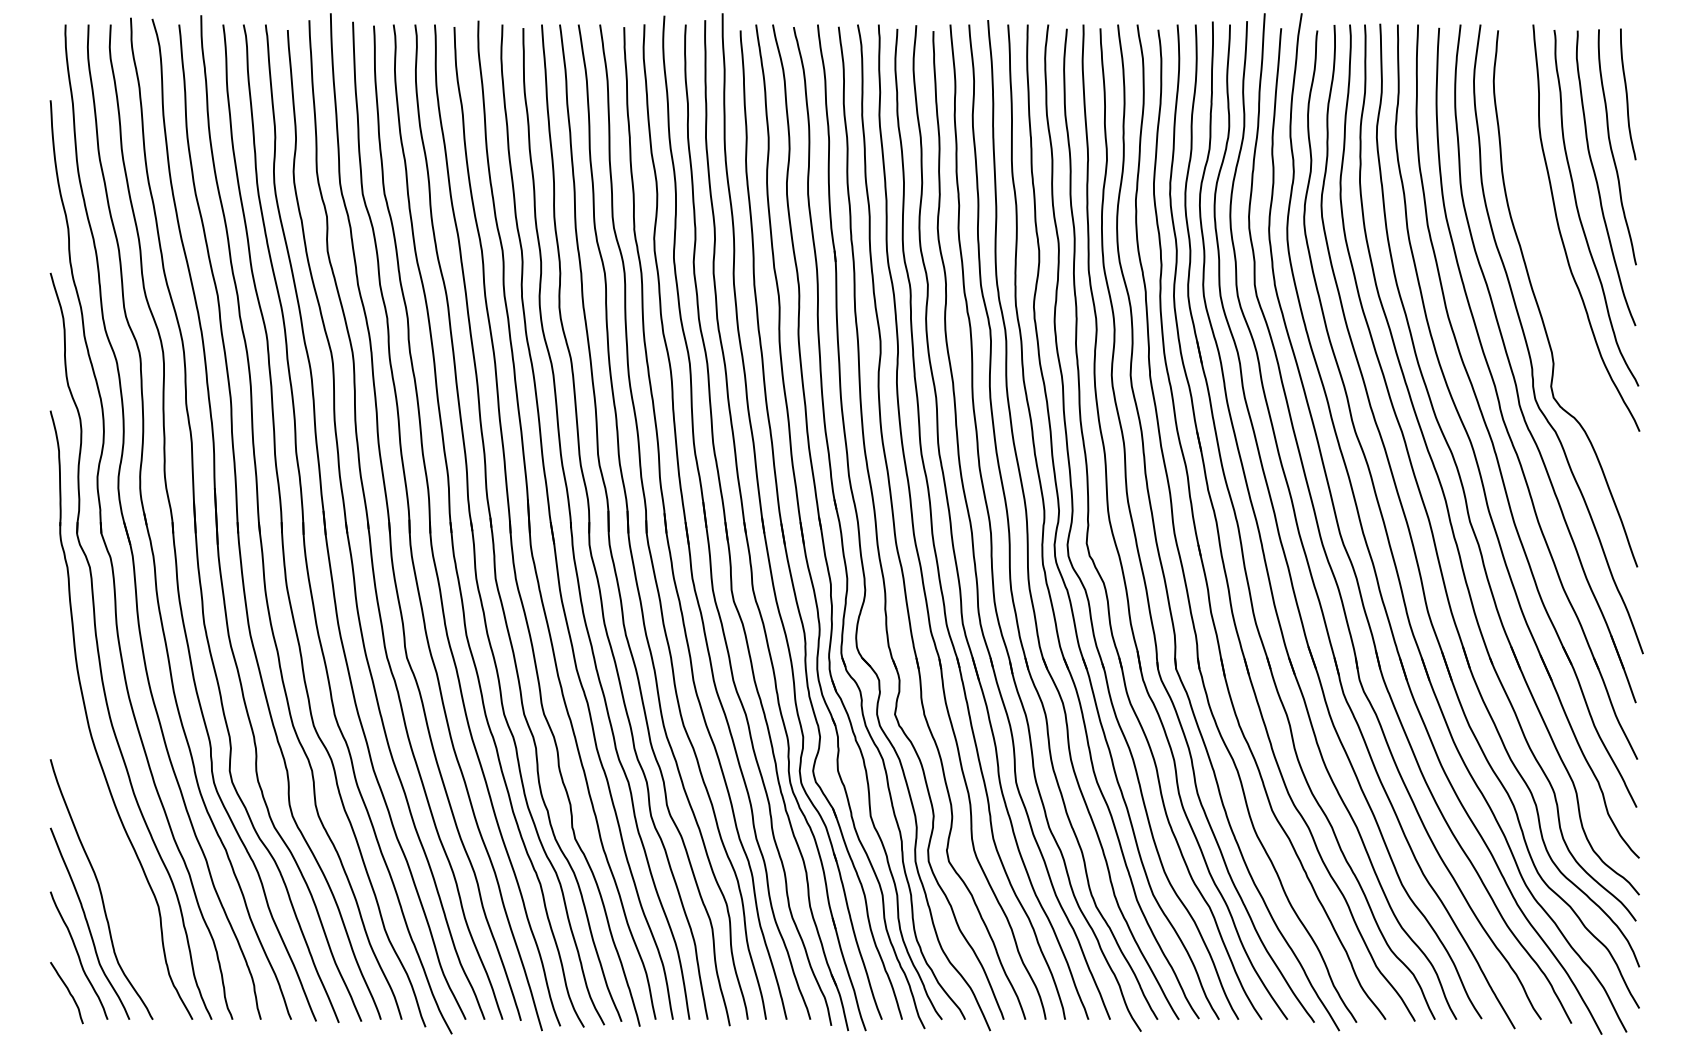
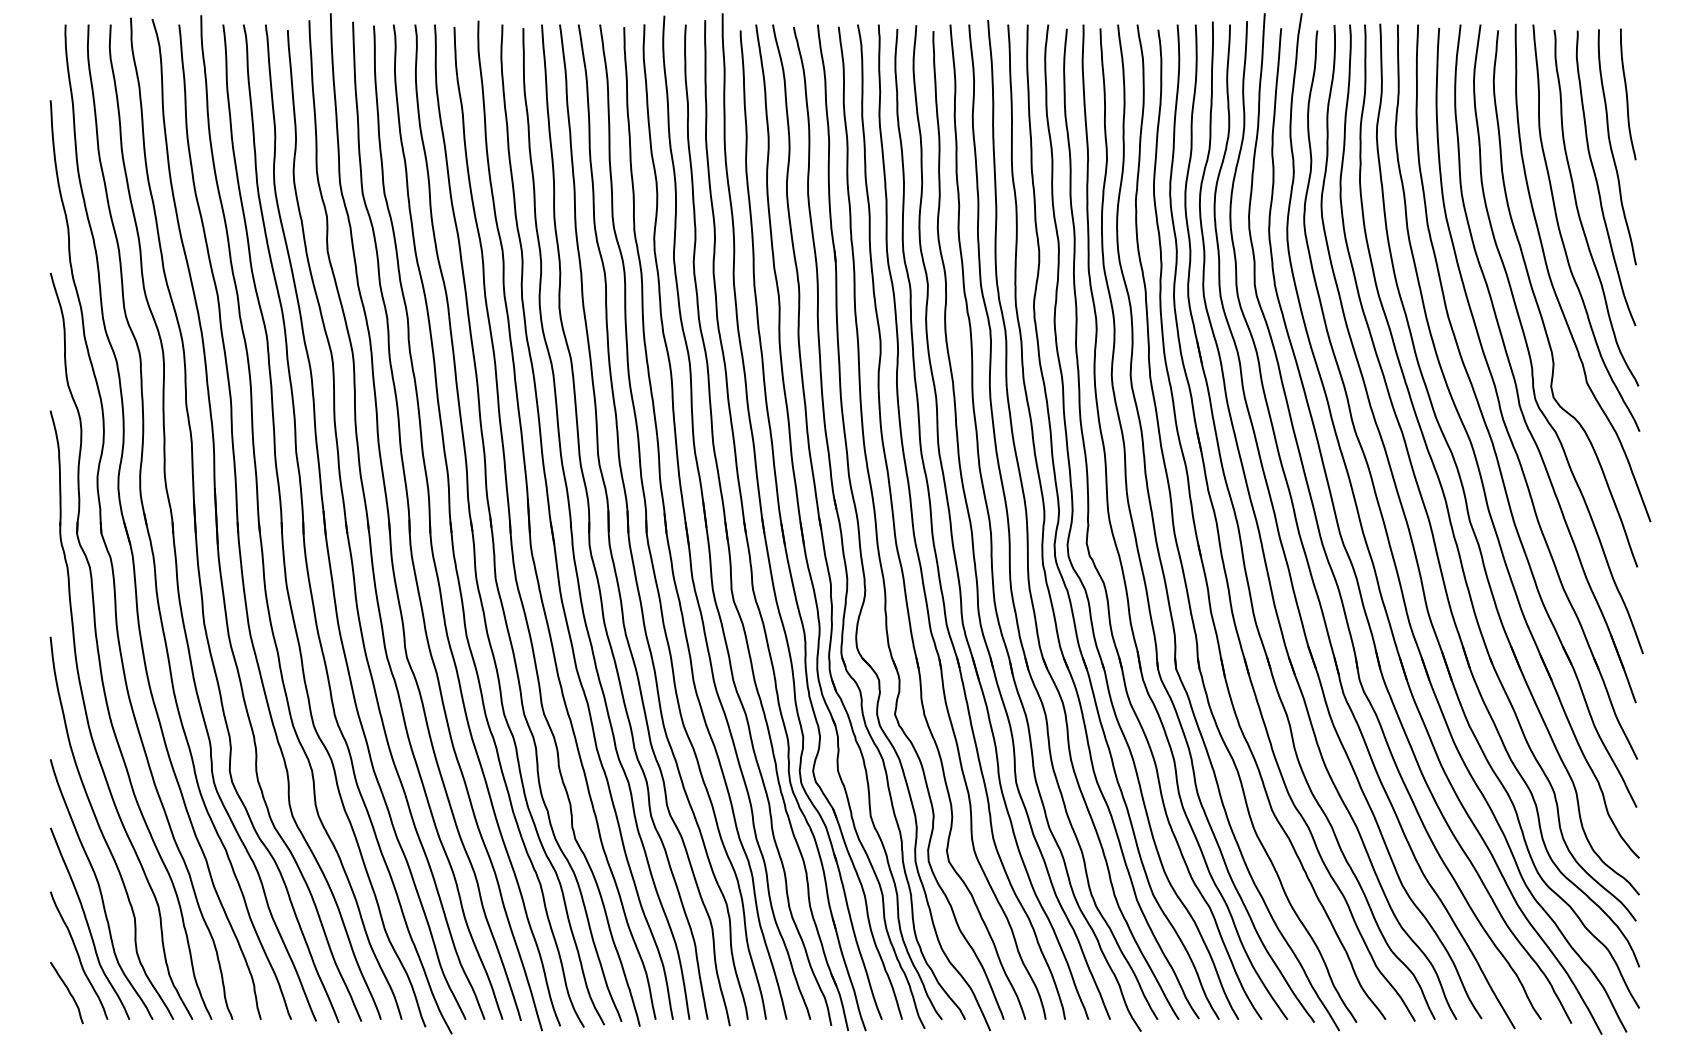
curve at (1552, 281): none -> present
curve at (102, 831): none -> present
